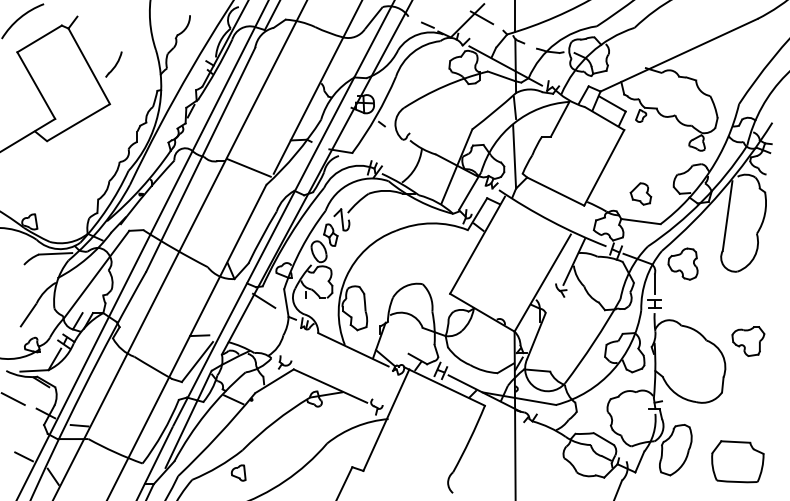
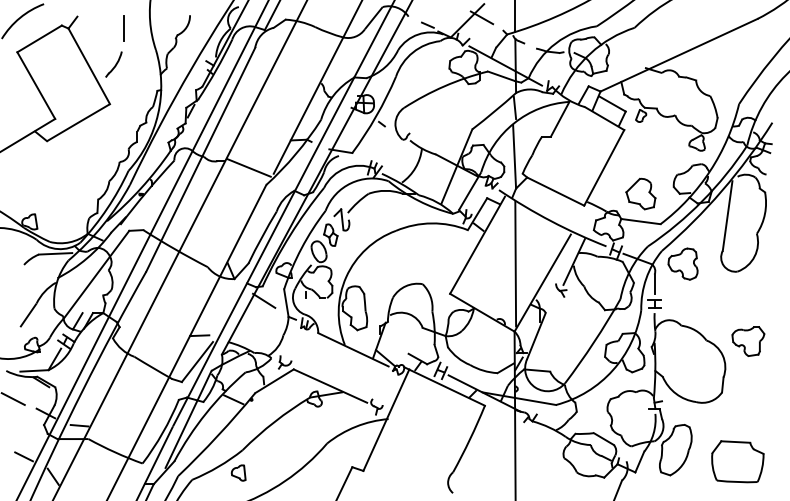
line at (123, 28): none -> present
part at (640, 193) size: 24x24 px -> 32x34 px
line at (515, 263): none -> present
